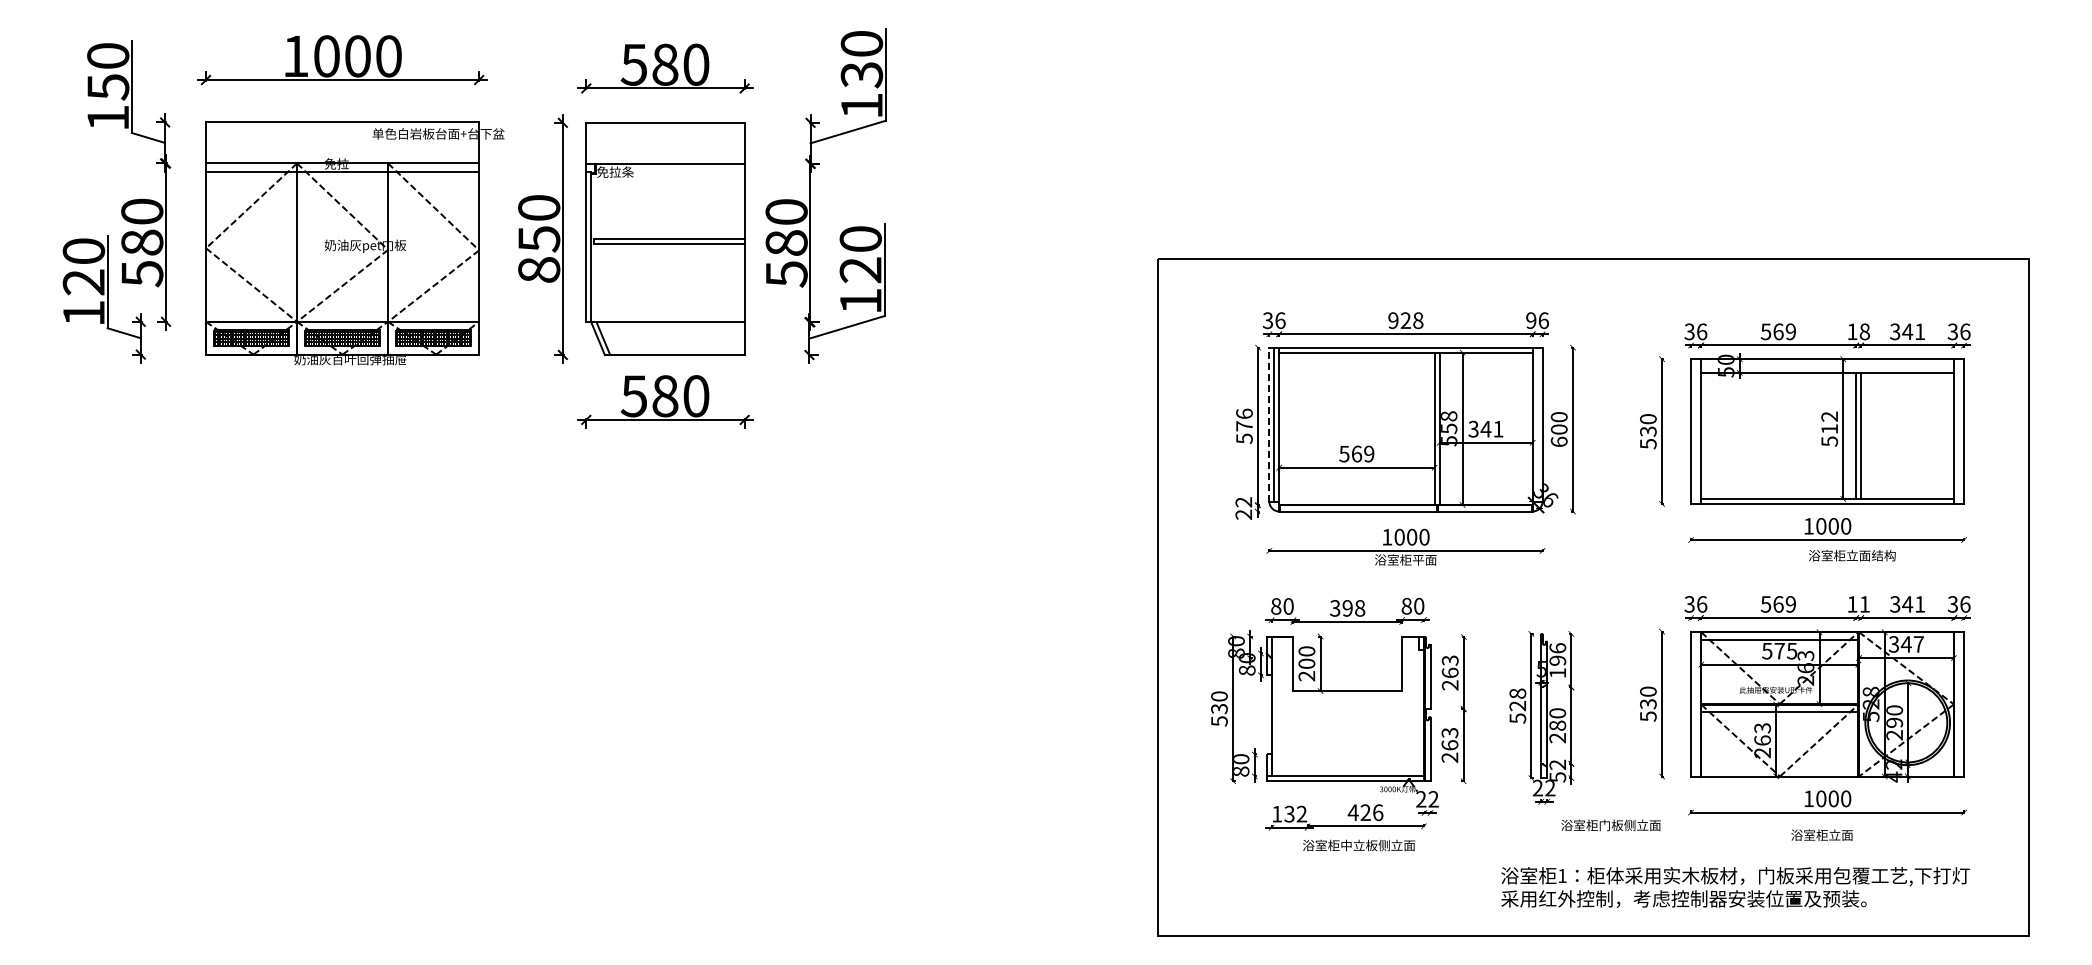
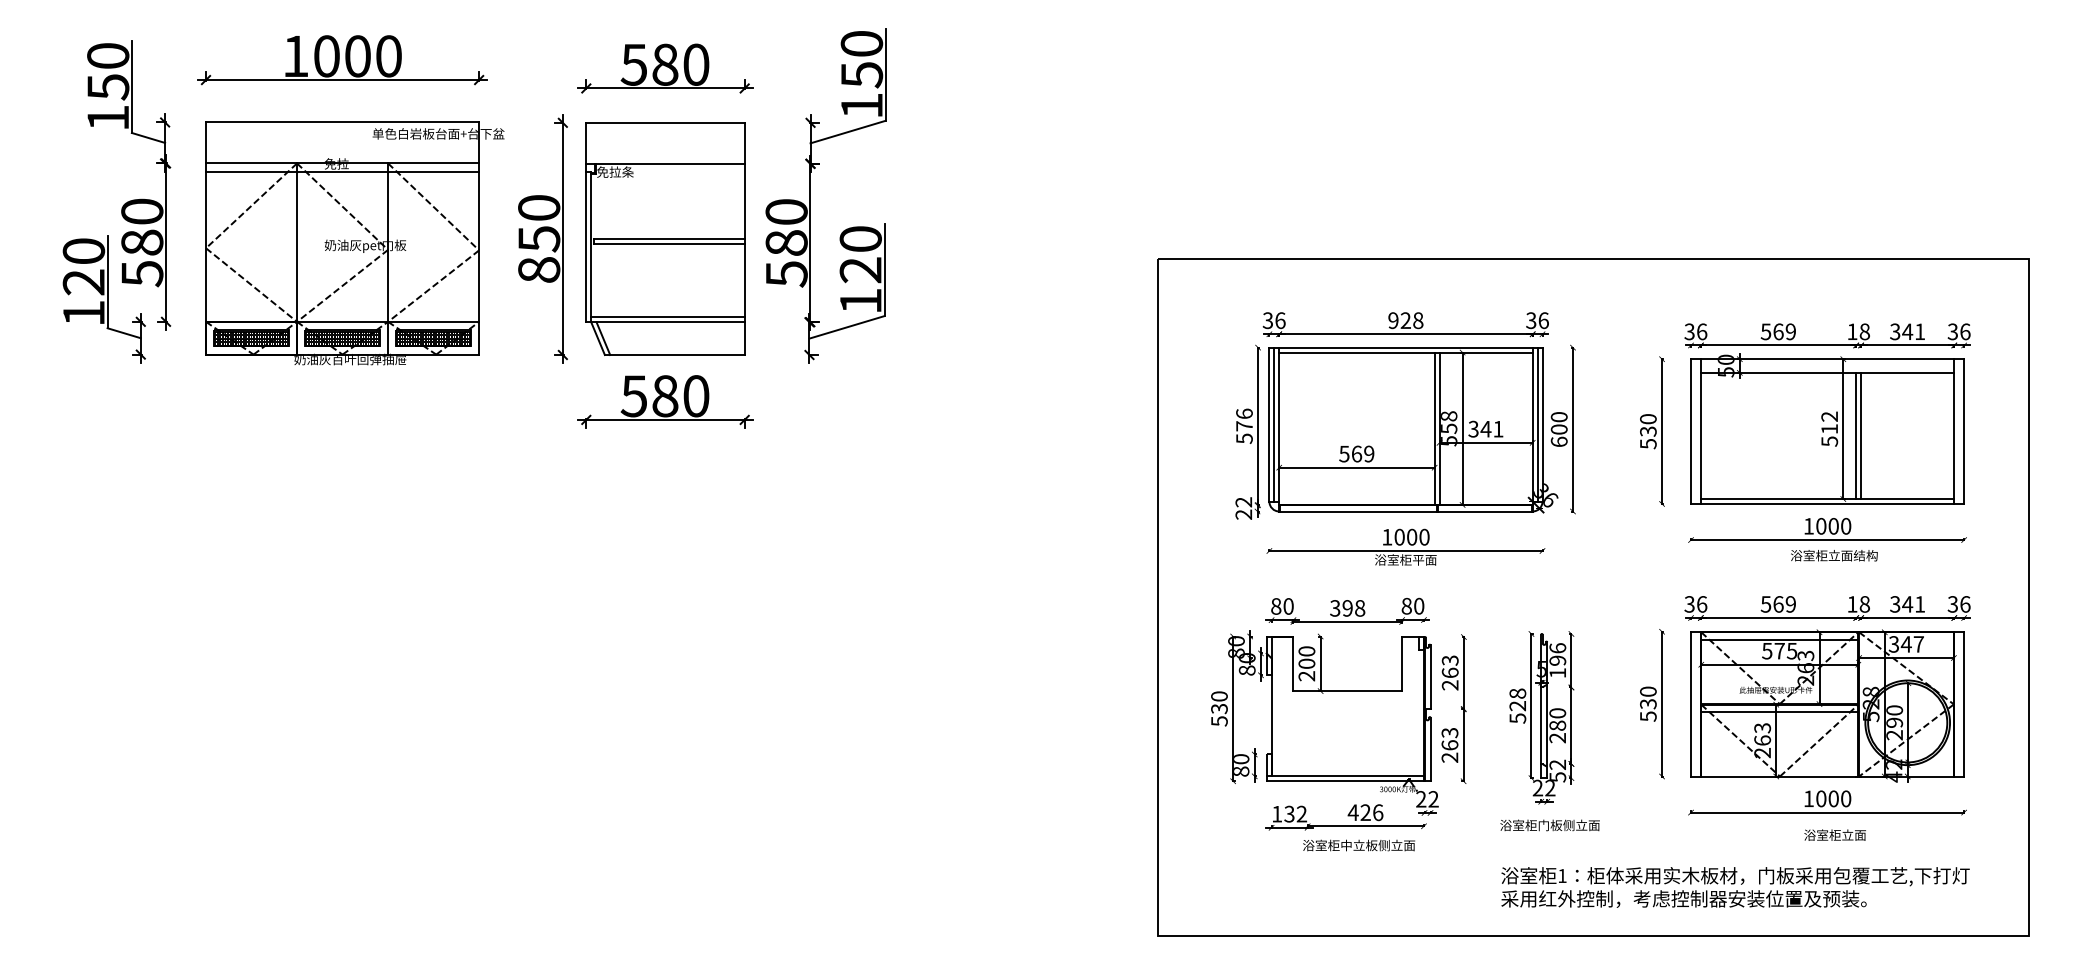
text at (861, 75): 130 -> 150
line at (667, 317): none -> present
text at (1531, 320): 96 -> 36
line at (1269, 424): dashed -> solid
line at (1537, 424): none -> present
text at (1852, 555) position: (1852, 555) -> (1834, 555)
text at (1864, 604): 11 -> 18
text at (1610, 825) position: (1610, 825) -> (1549, 825)
text at (1821, 834) position: (1821, 834) -> (1834, 834)
